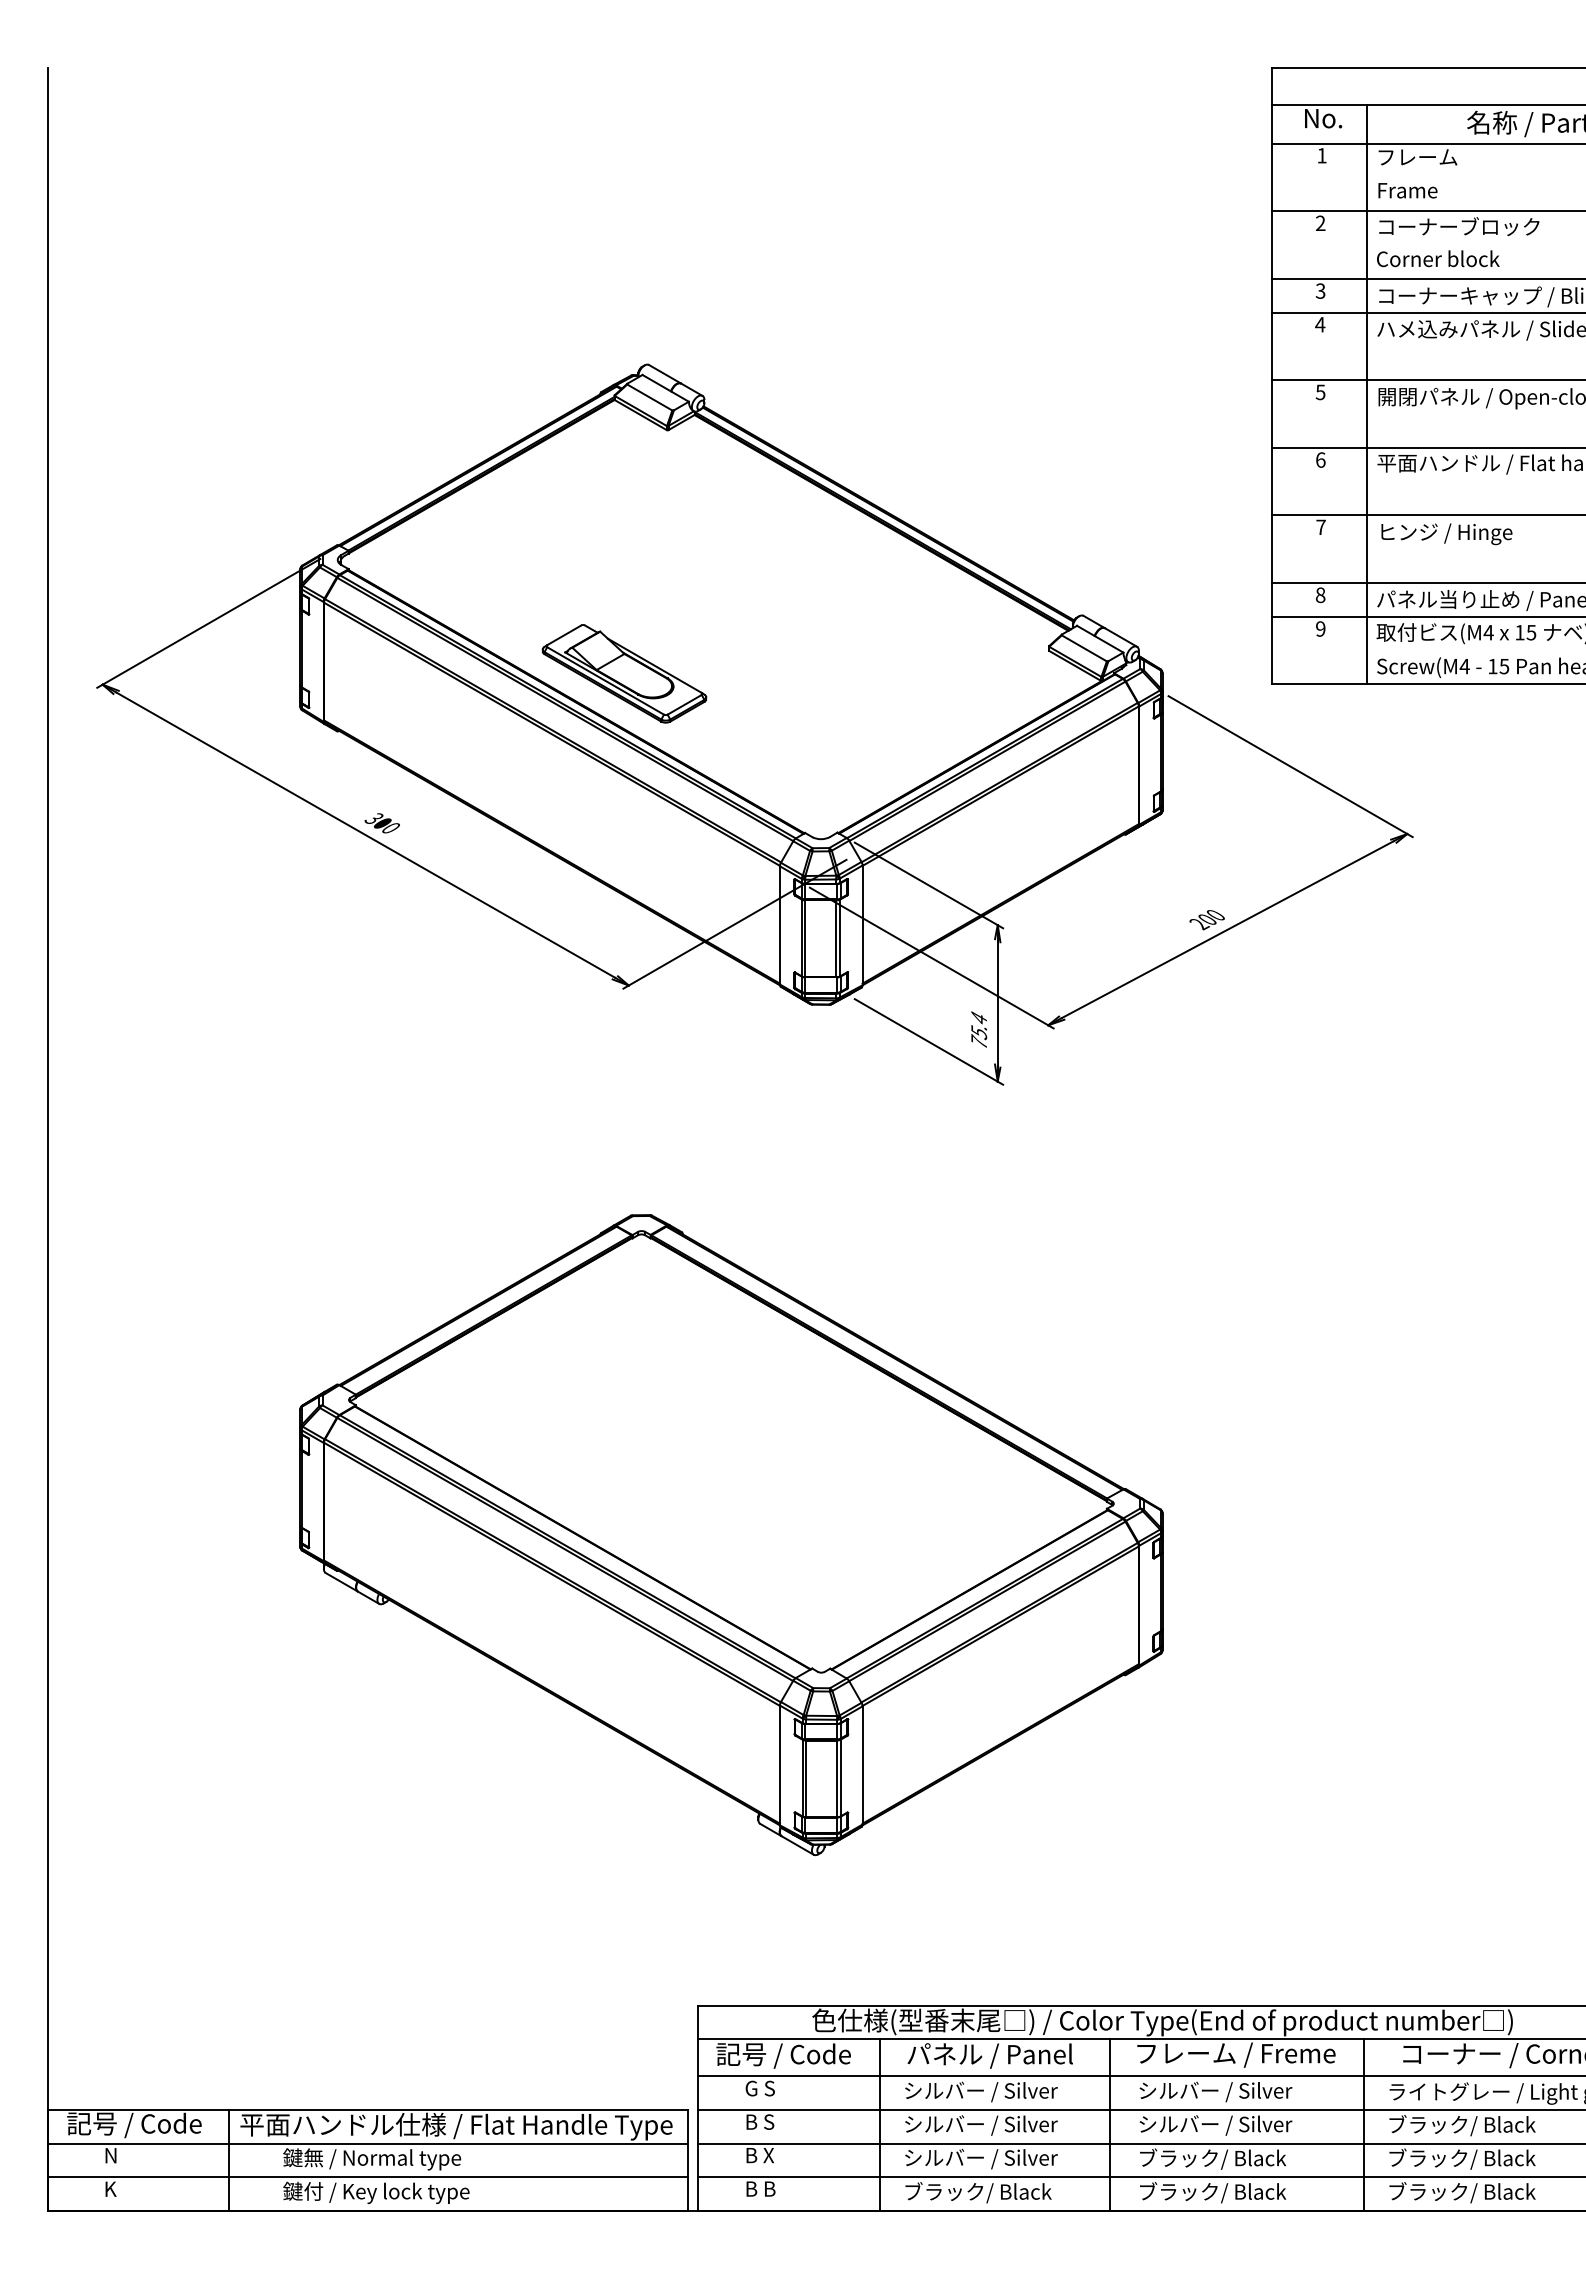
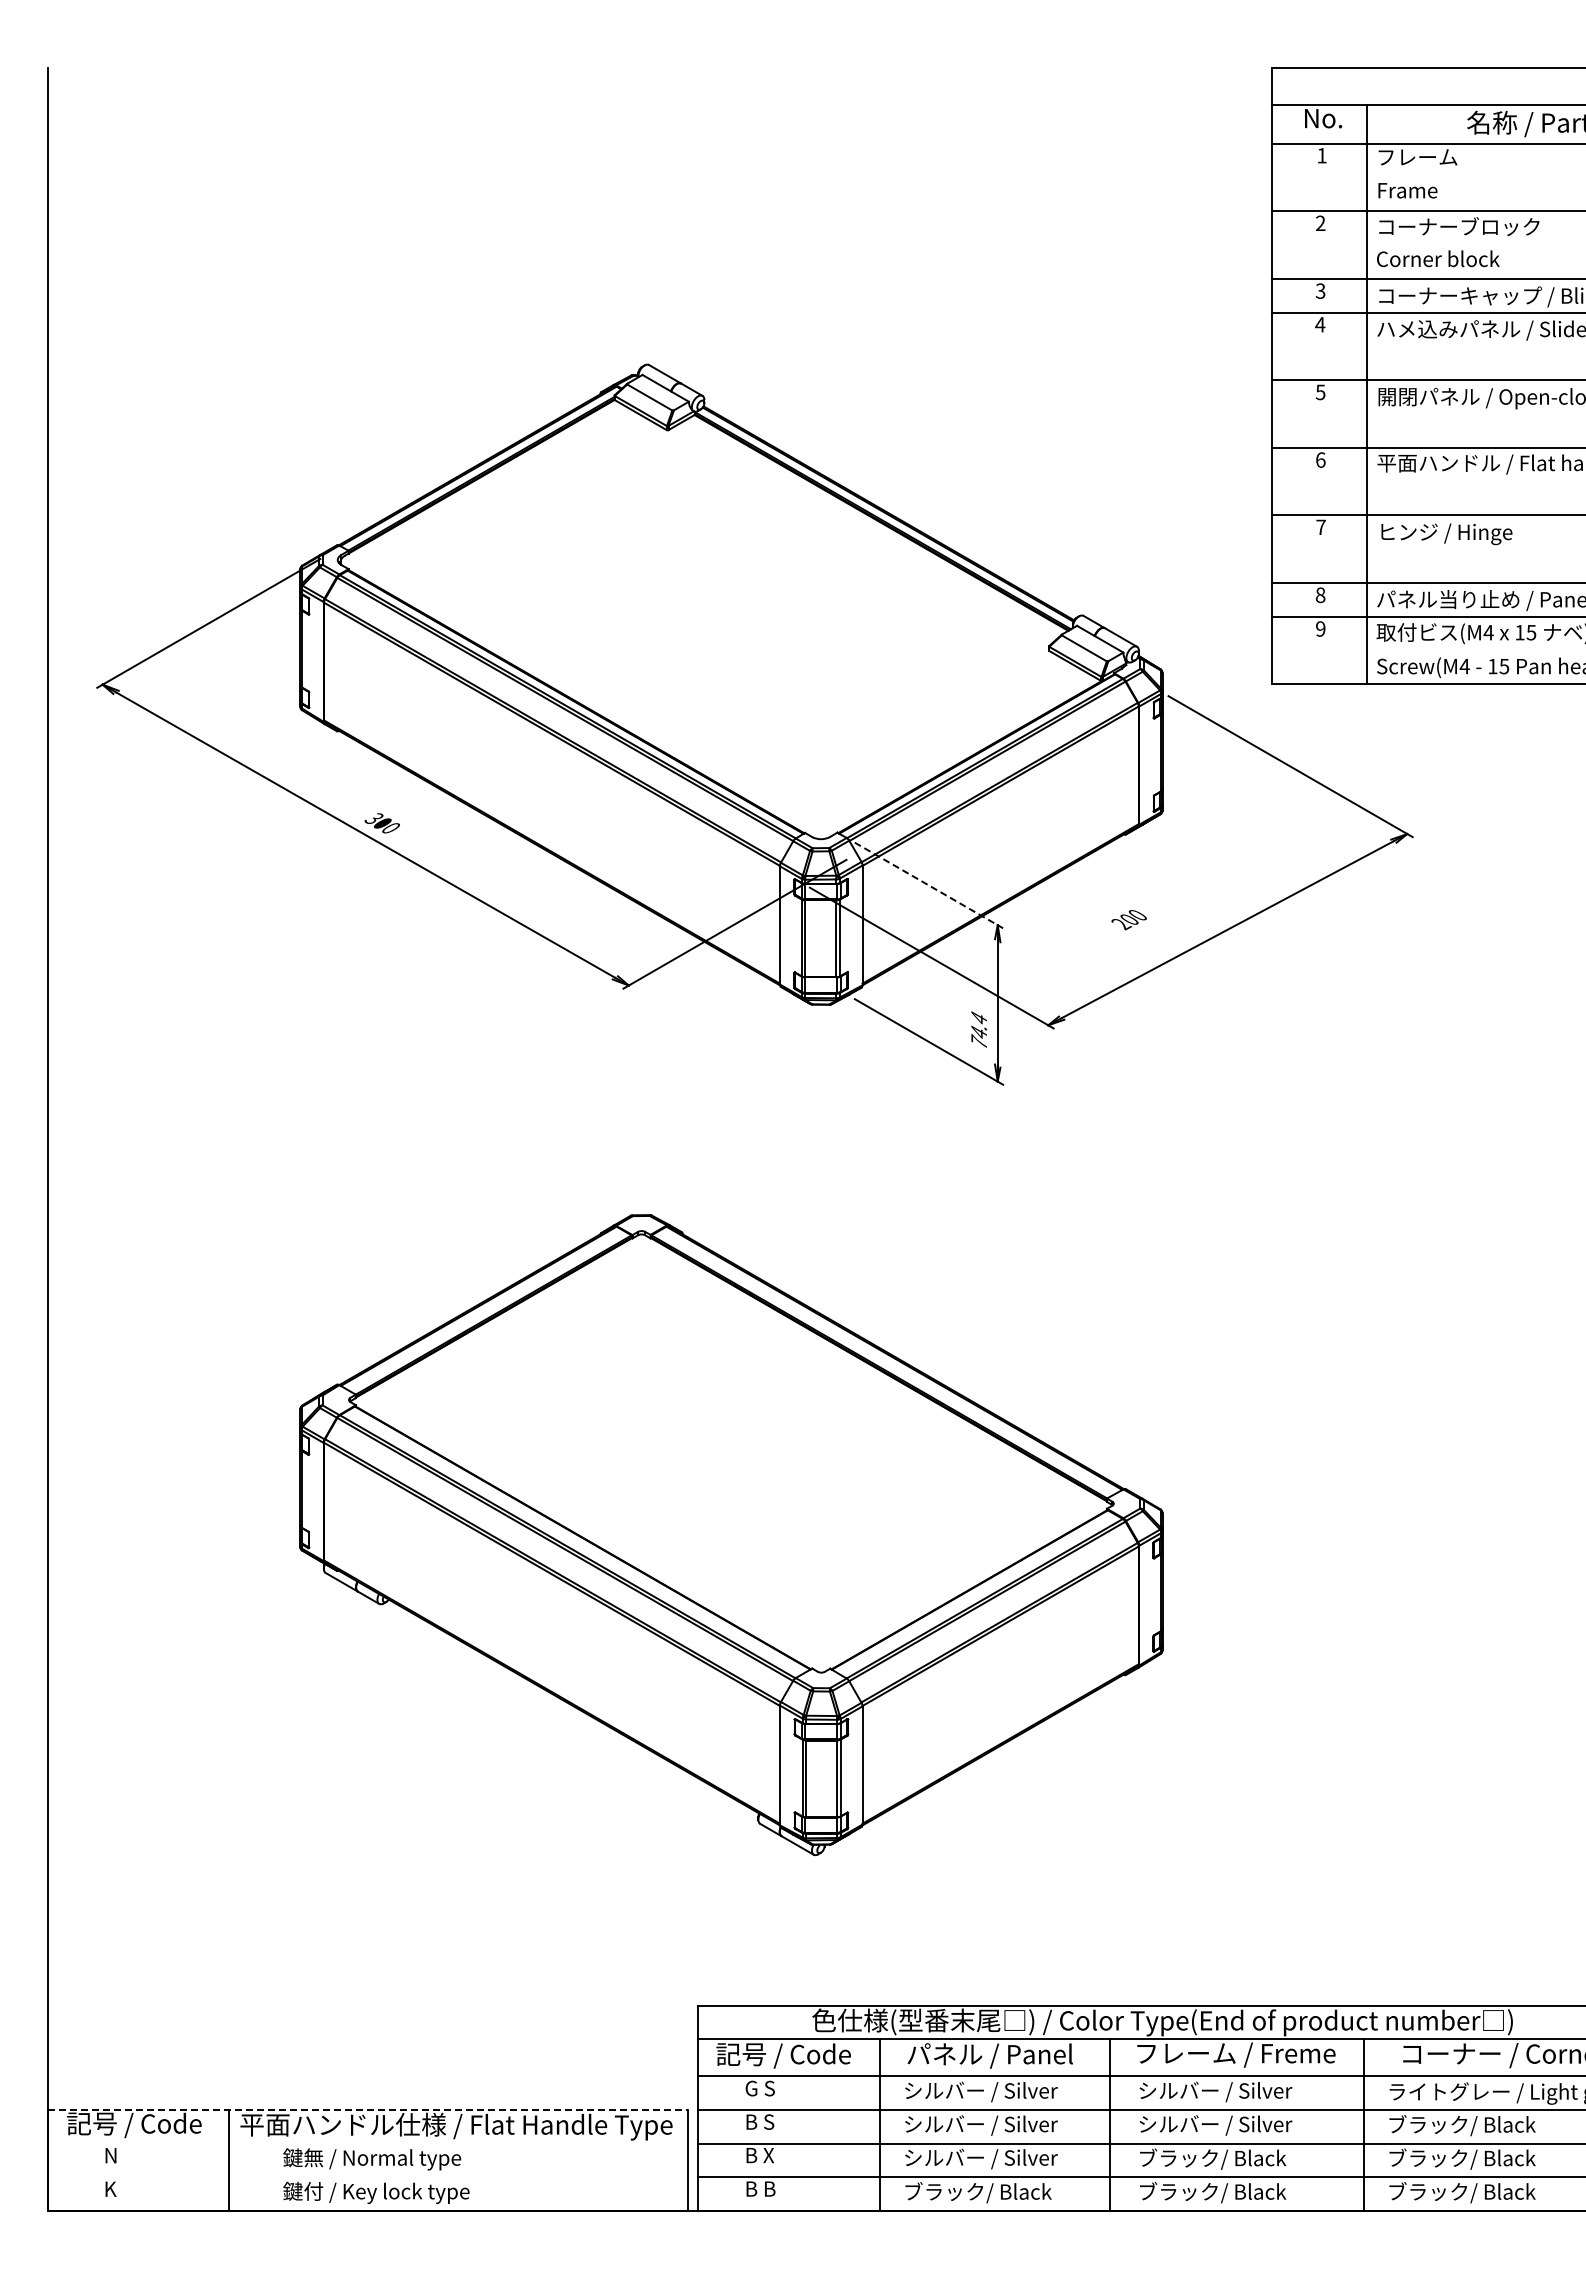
part at (624, 673): present -> none
line at (928, 885): solid -> dashed
text at (1206, 920) position: (1206, 920) -> (1128, 920)
text at (979, 1032): 75.4 -> 74.4
line at (368, 2109): solid -> dashed
line at (367, 2143): present -> none
line at (367, 2177): present -> none
